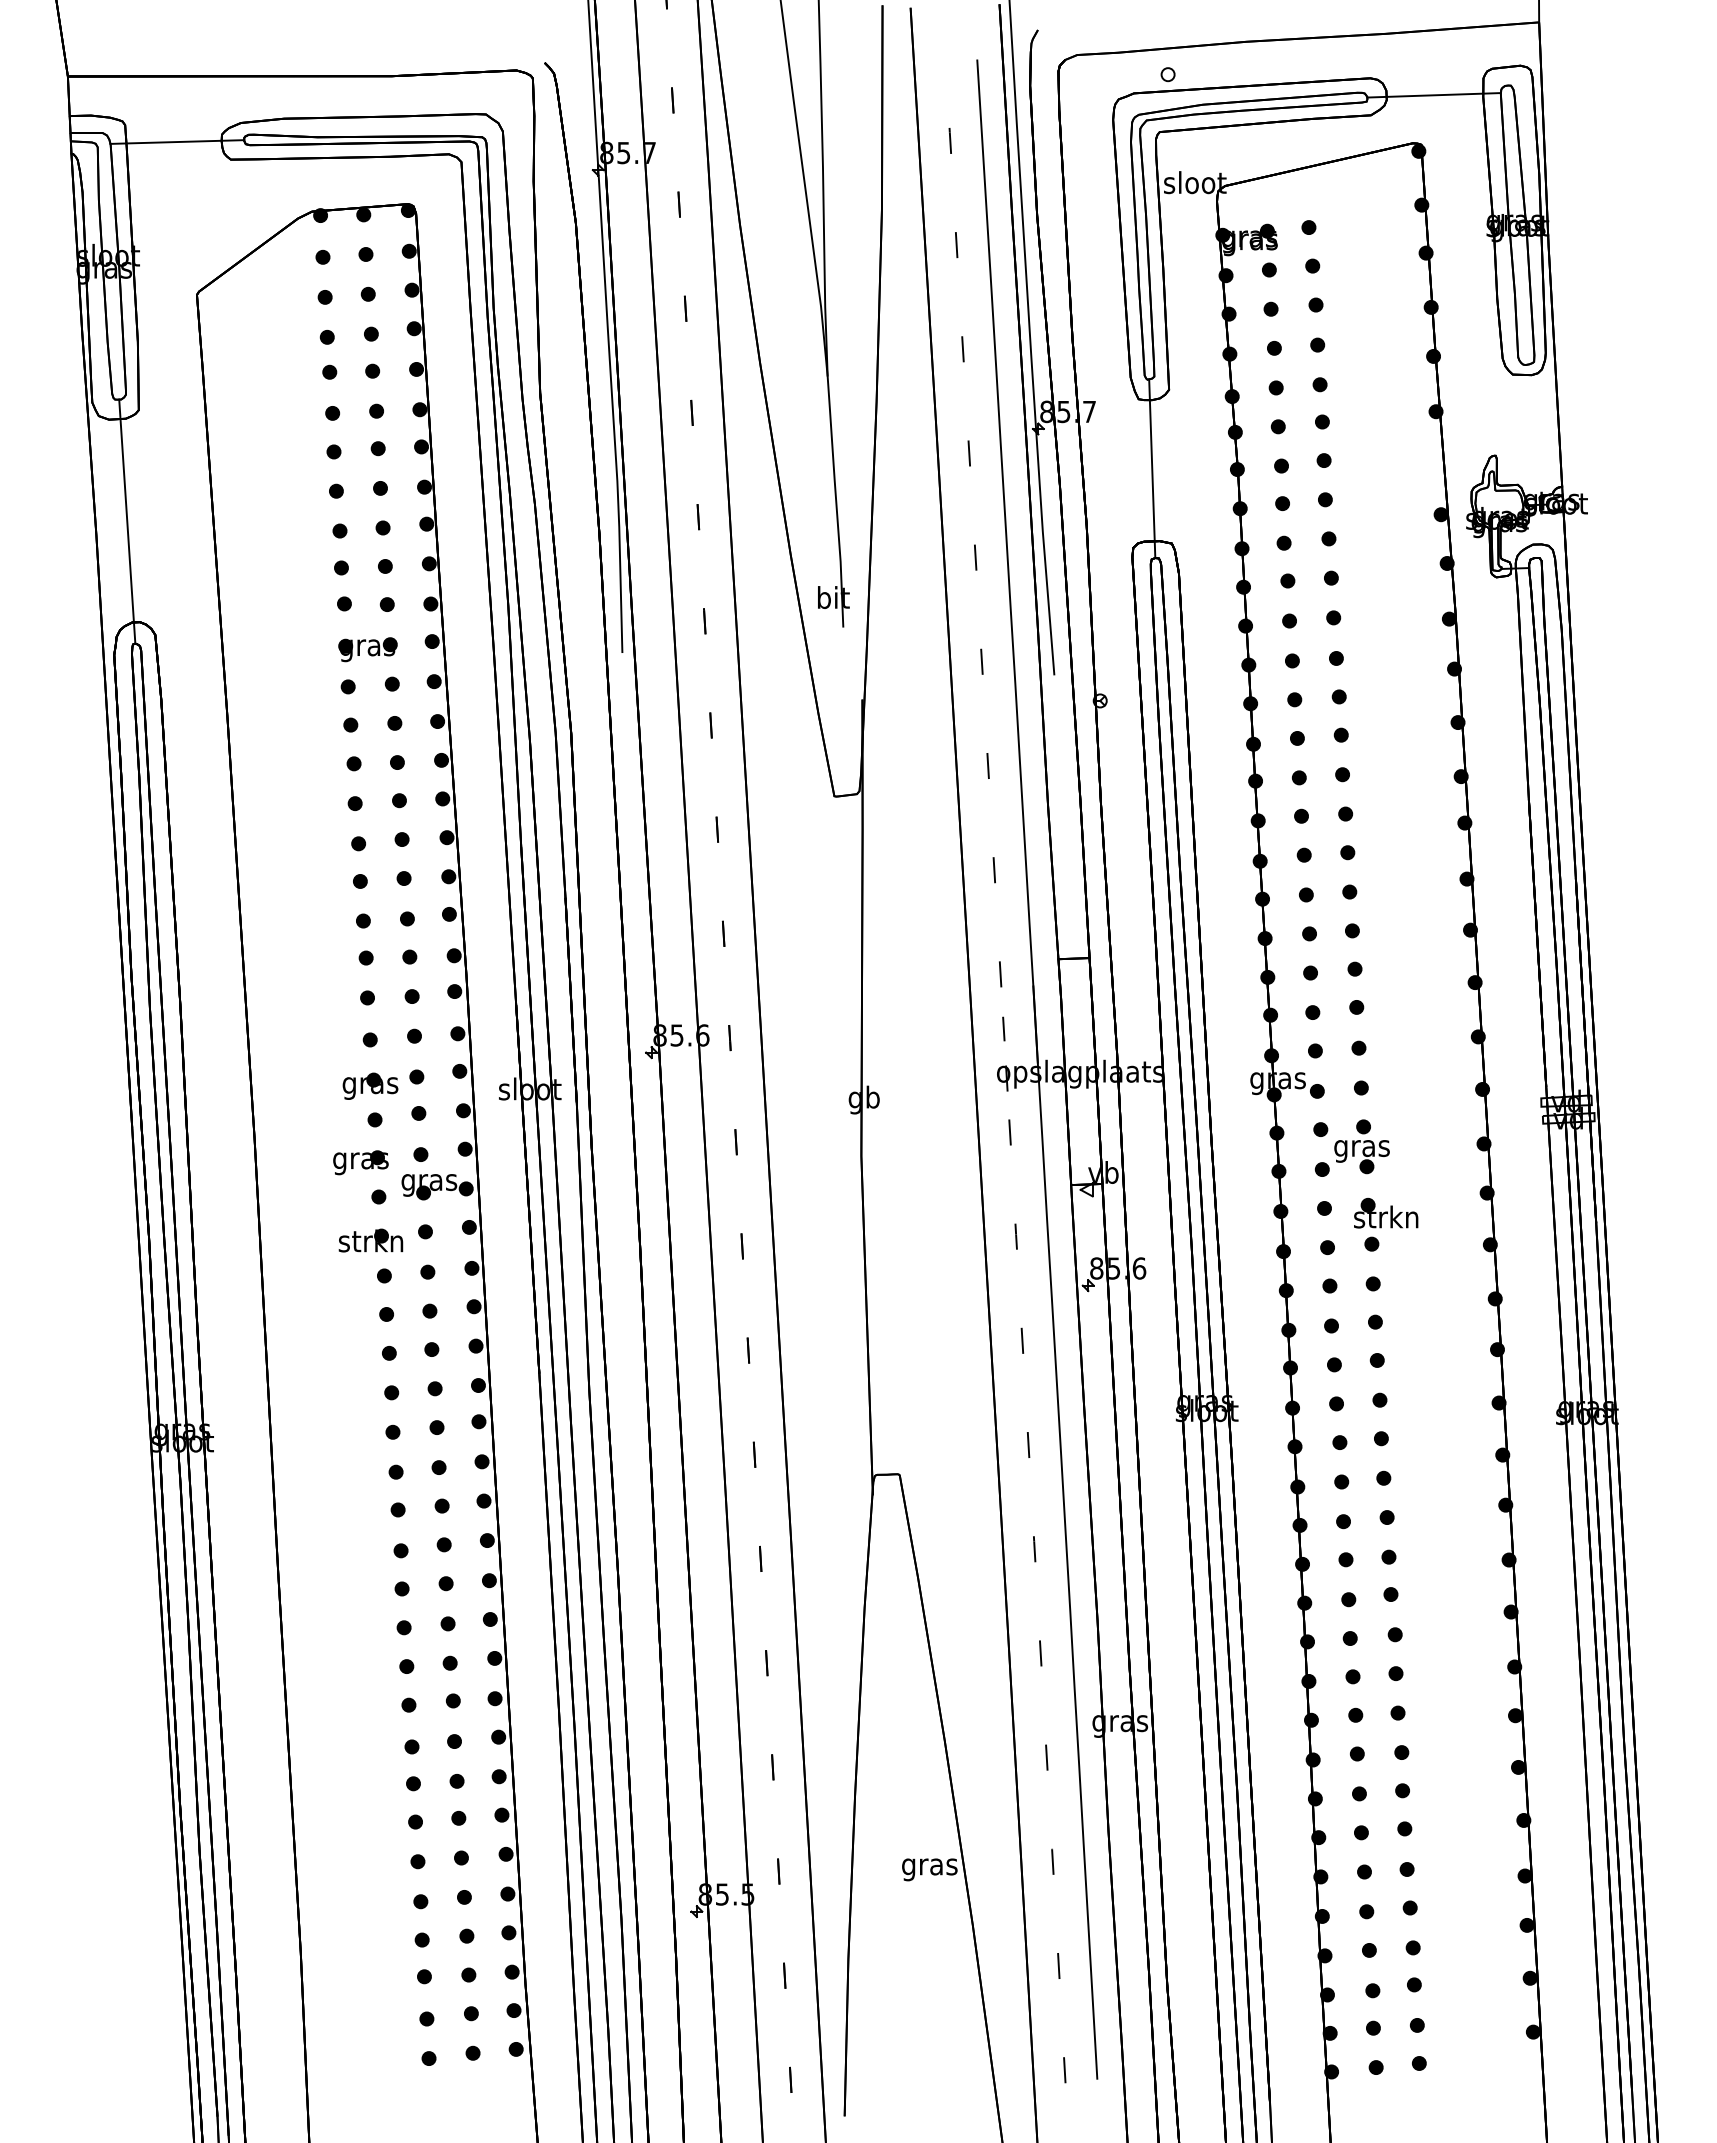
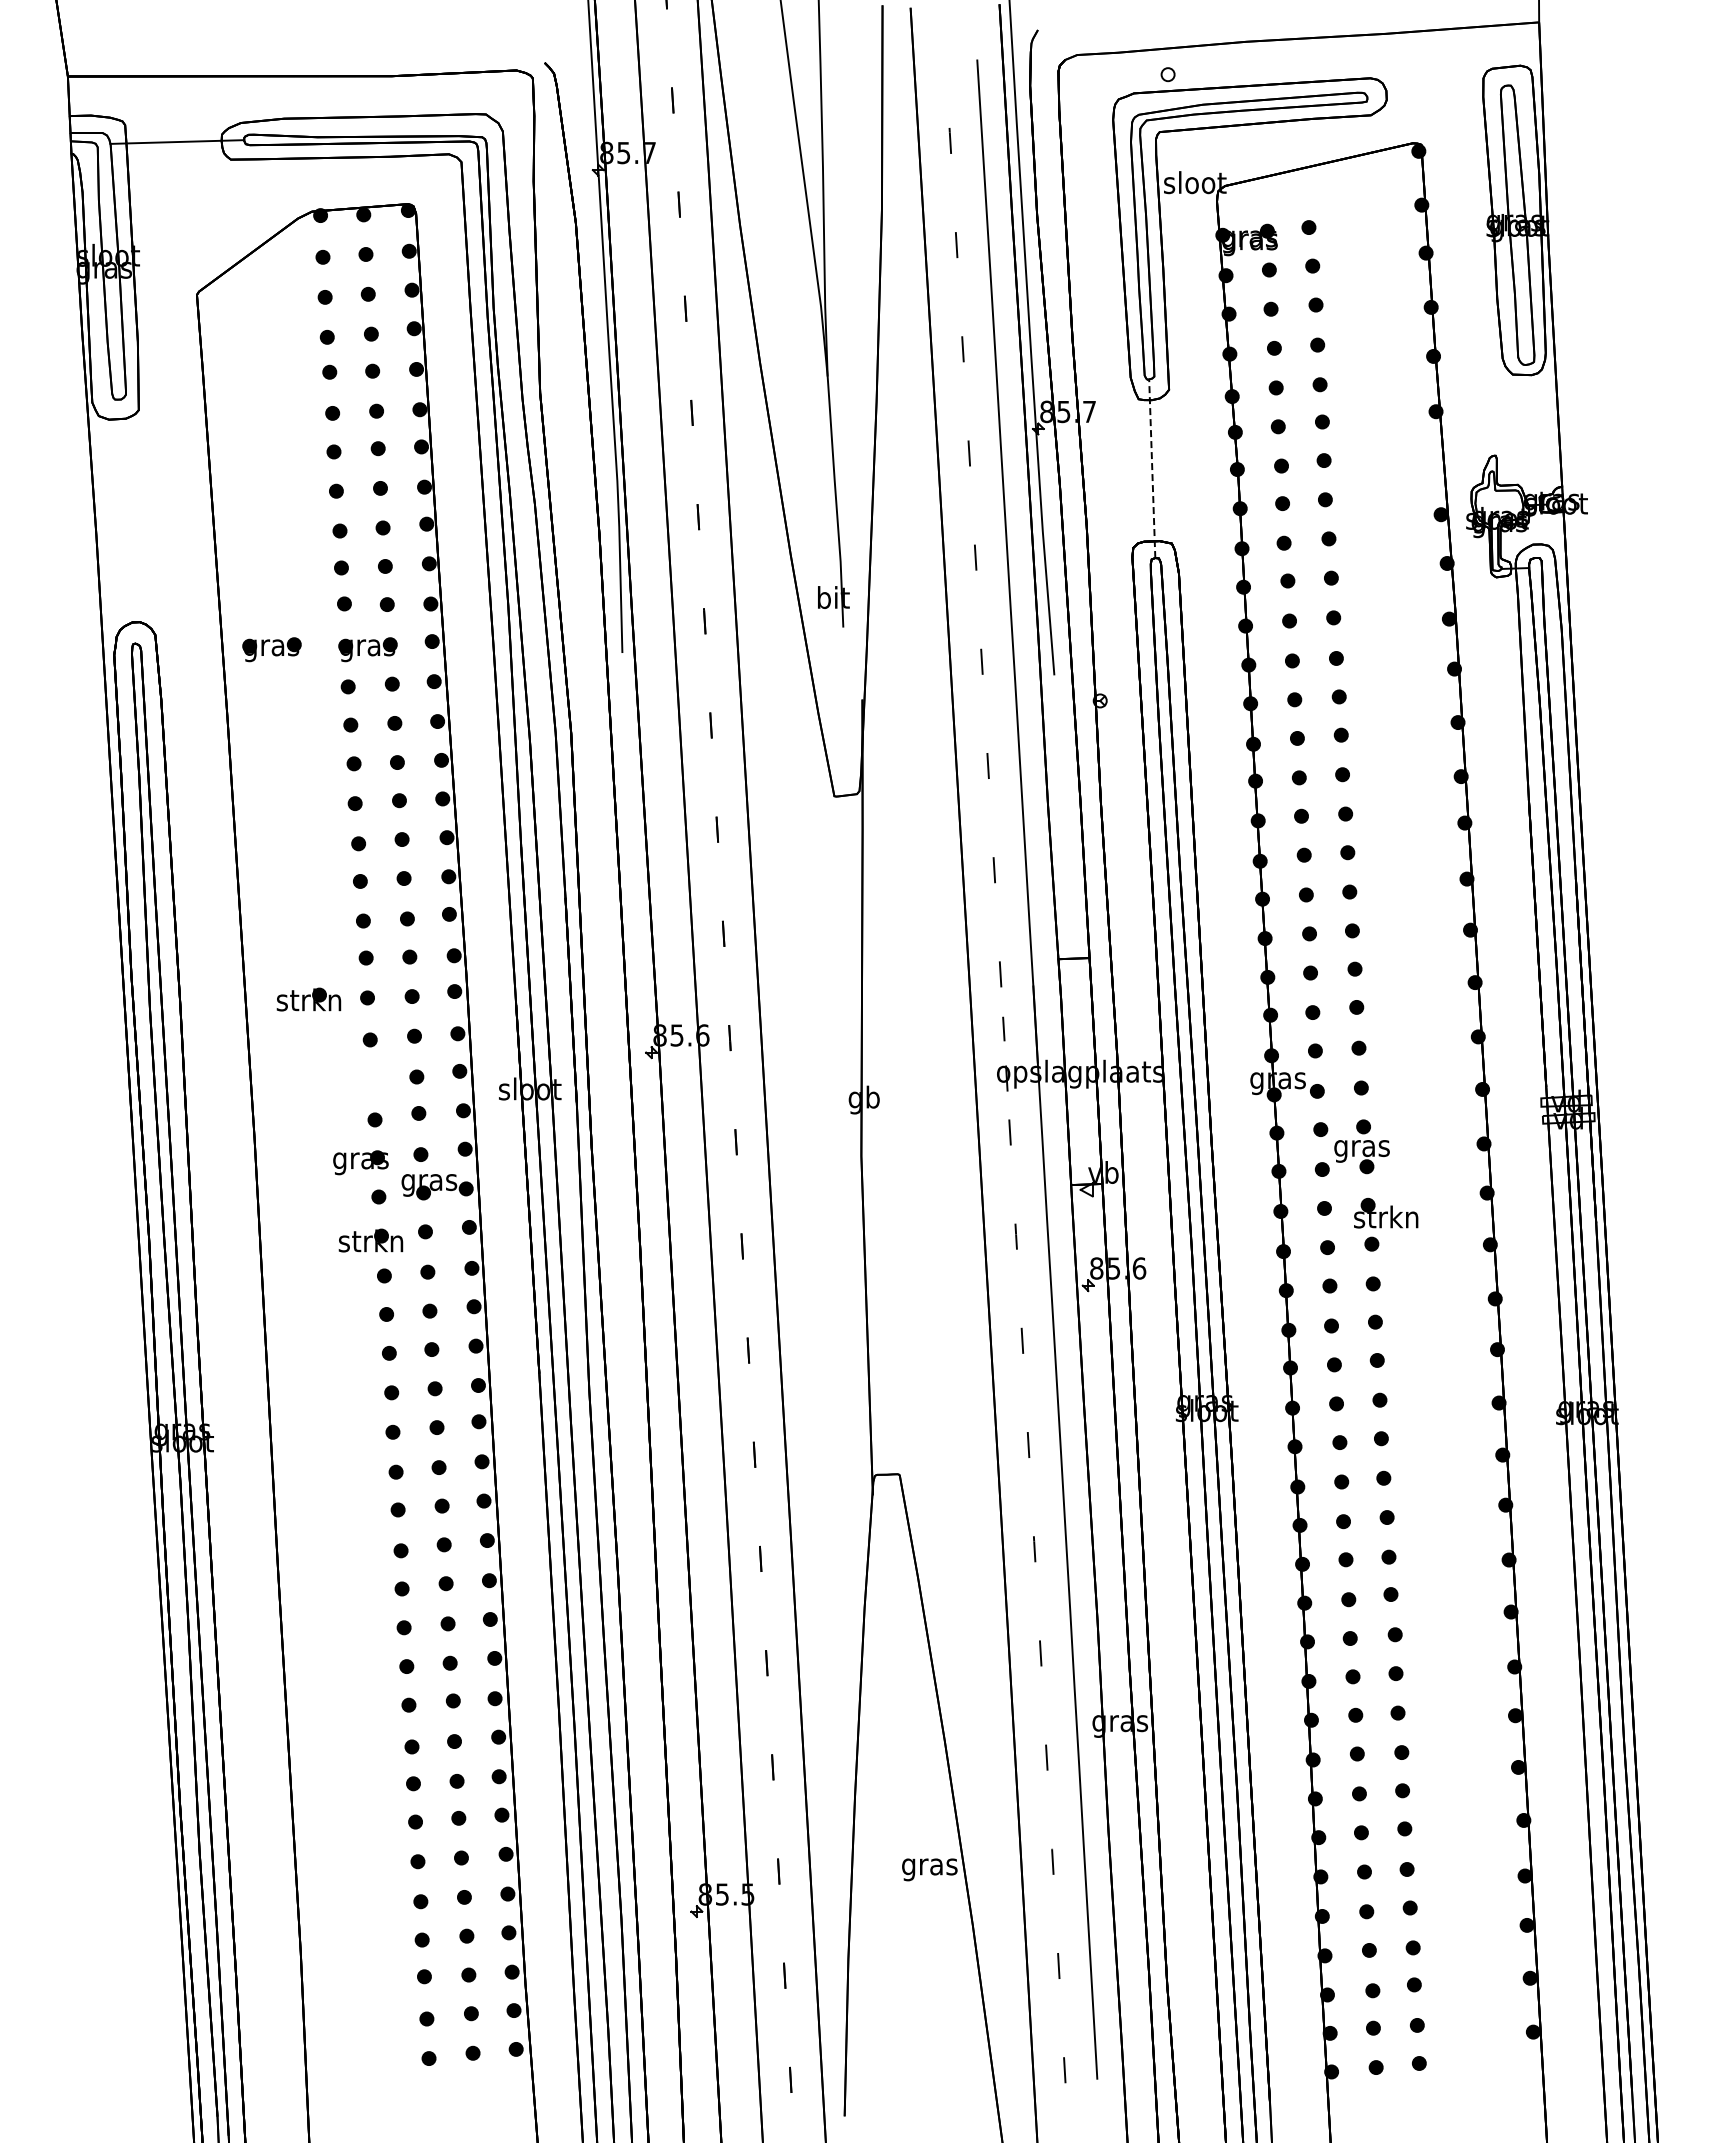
line at (1433, 95): present -> none
line at (1152, 468): solid -> dashed
line at (127, 521): present -> none
part at (271, 649): none -> present
part at (308, 999): none -> present
part at (370, 1085): present -> none
